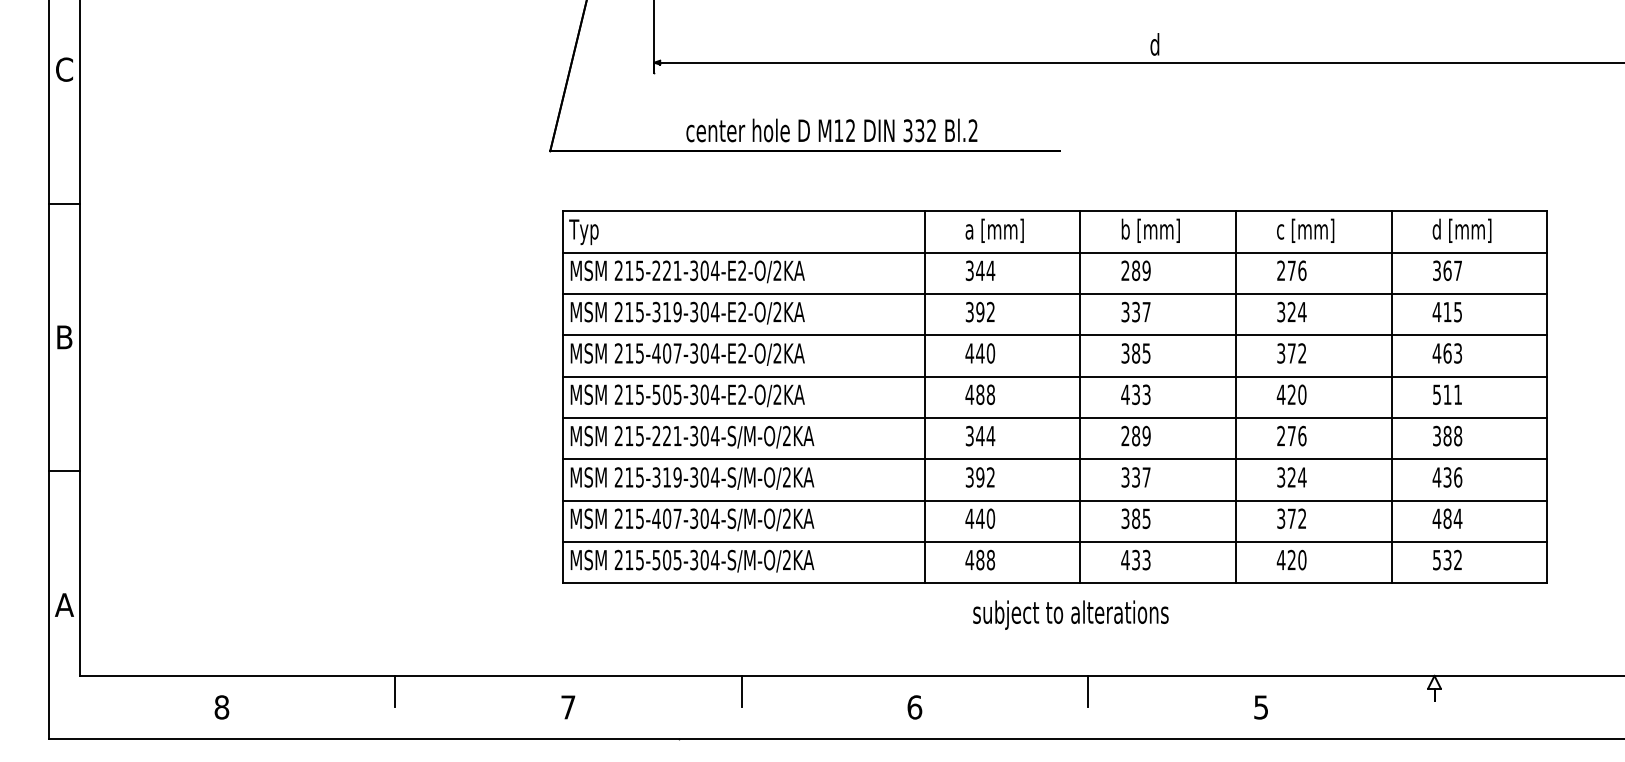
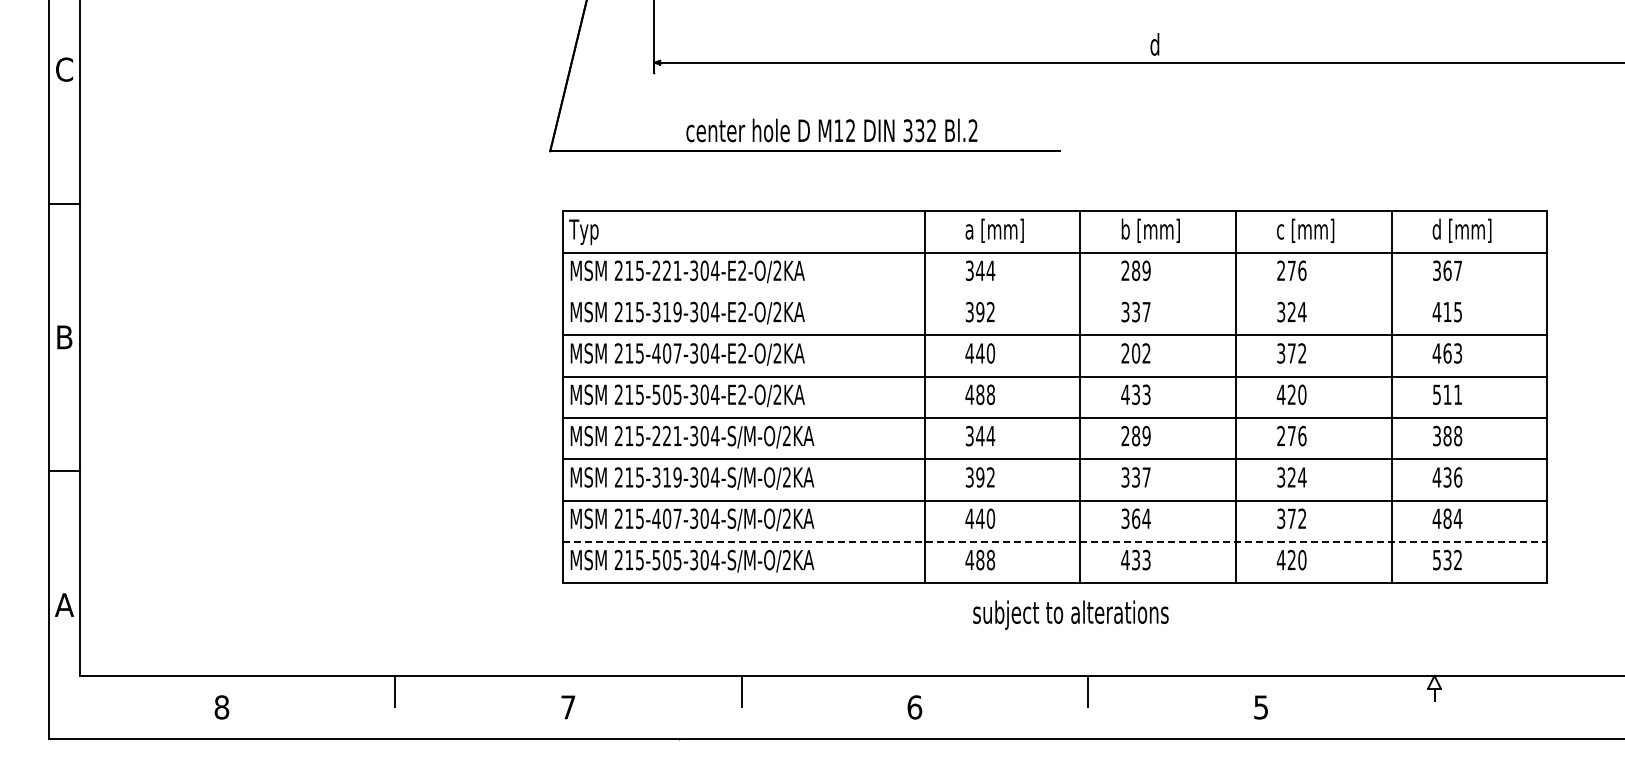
line at (1054, 294): present -> none
text at (1135, 353): 385 -> 202
text at (1141, 518): 385 -> 364
line at (1055, 542): solid -> dashed
